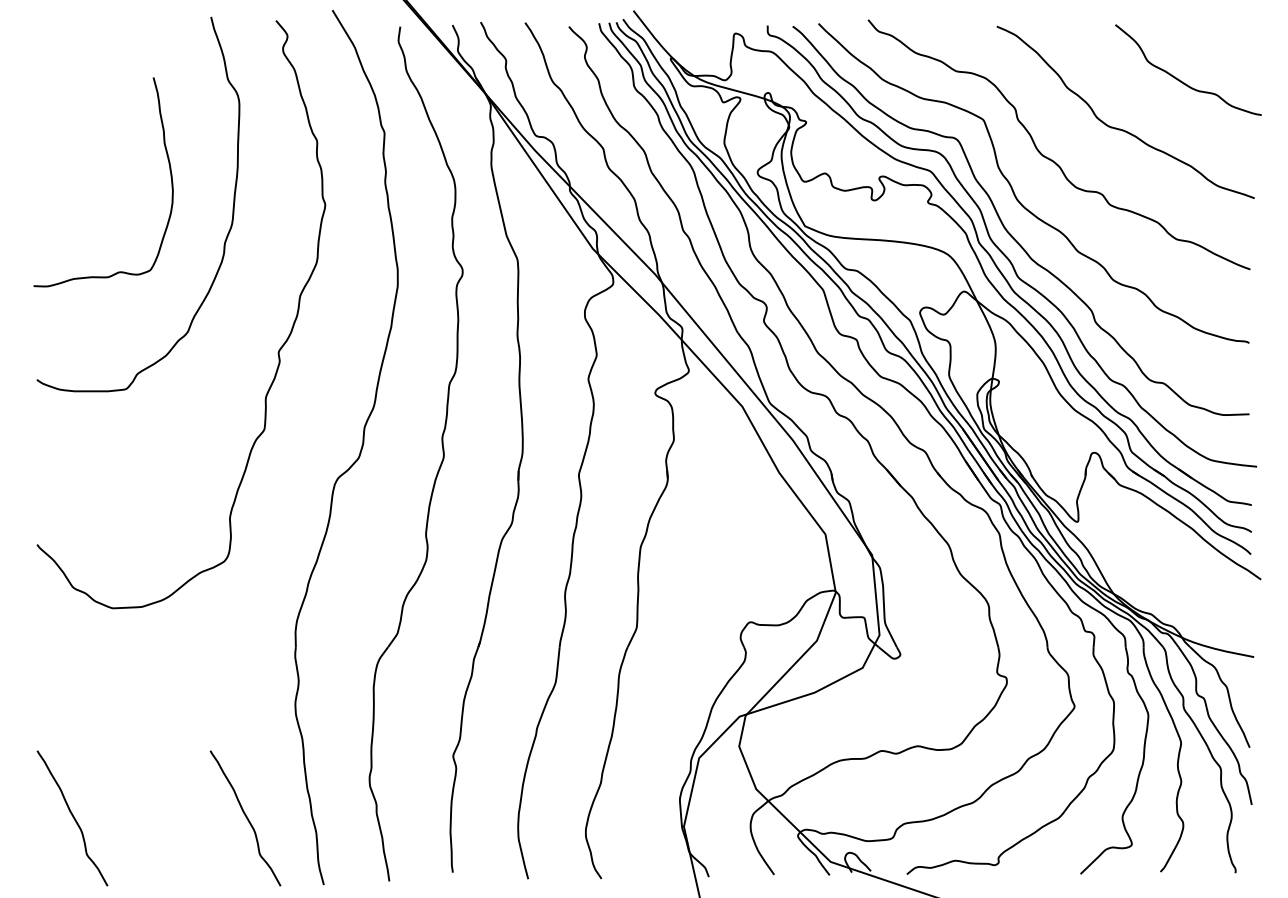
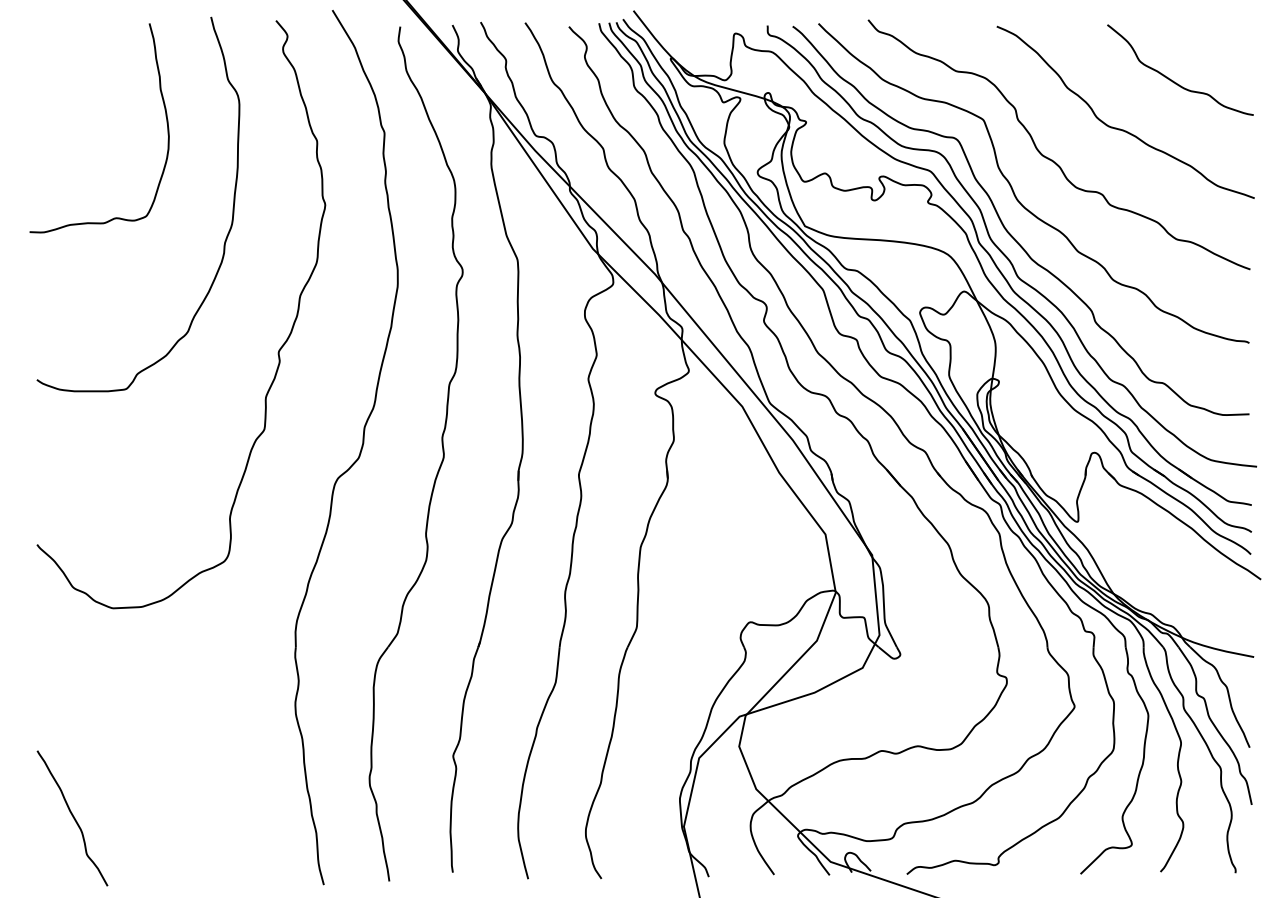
curve at (1181, 80) position: (1181, 80) -> (1173, 80)
curve at (169, 170) position: (169, 170) -> (165, 116)
curve at (245, 817): present -> none
